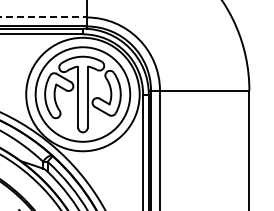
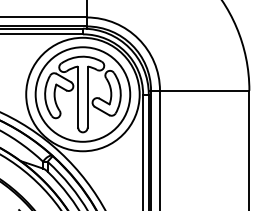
line at (43, 17): dashed -> solid
